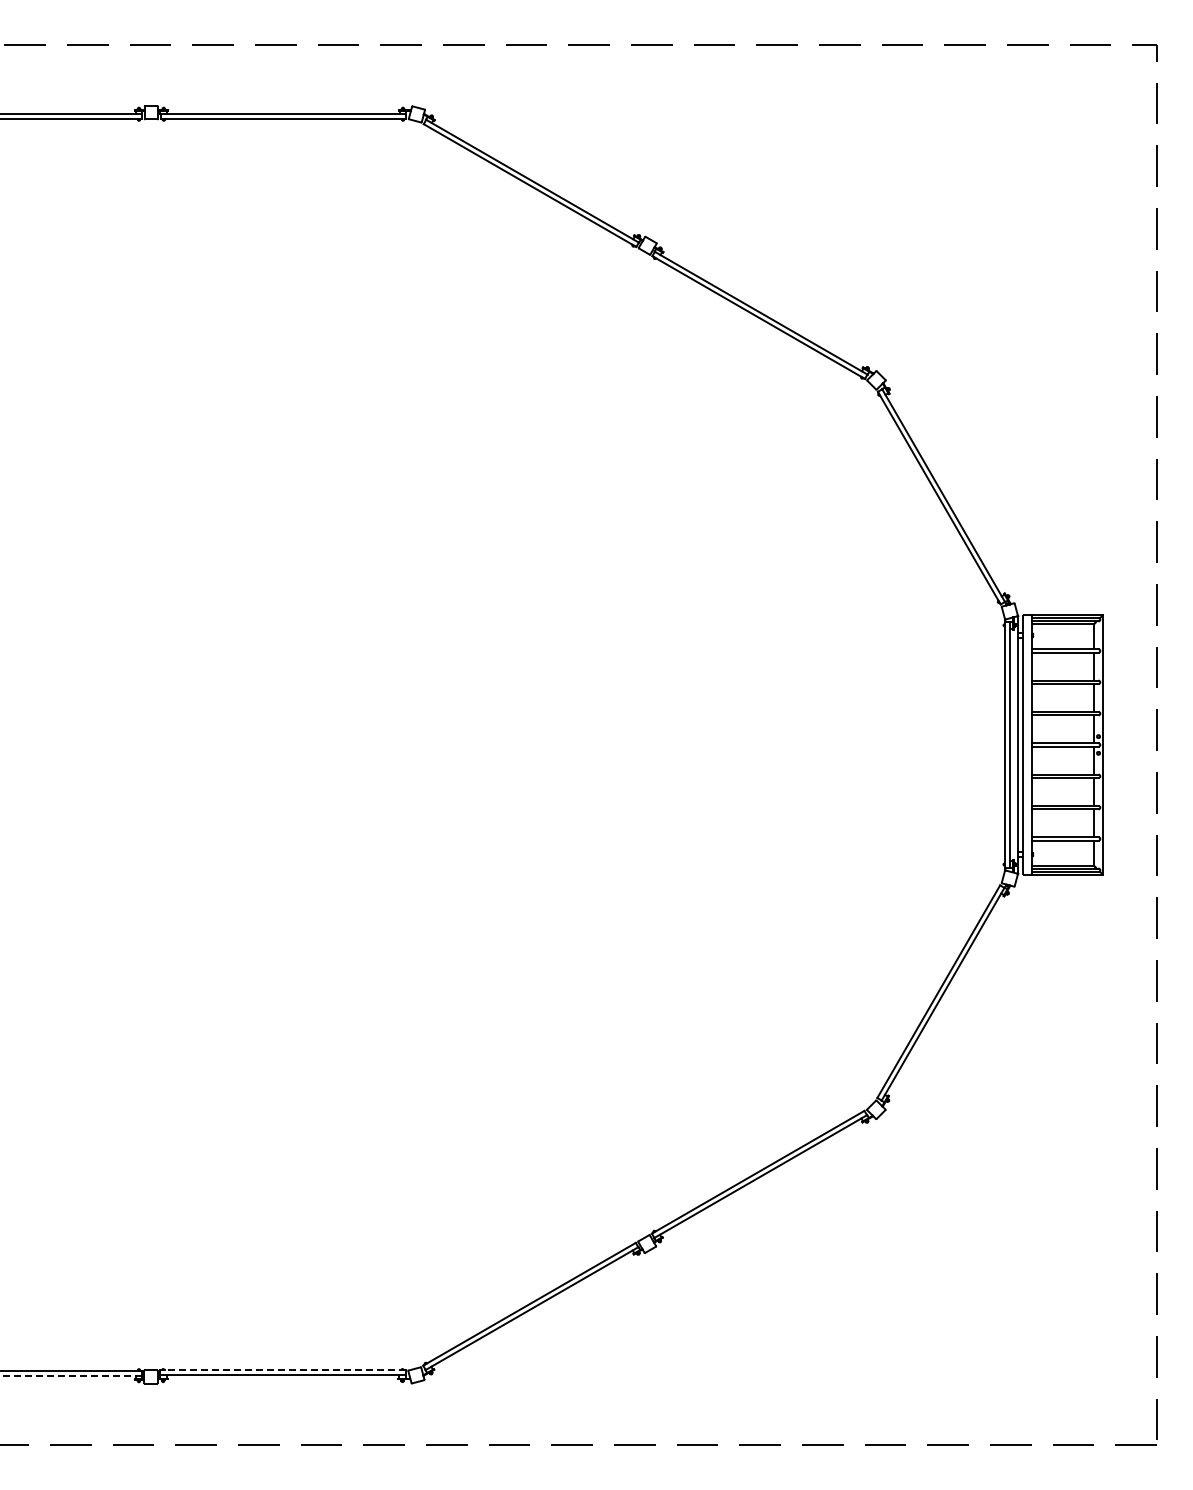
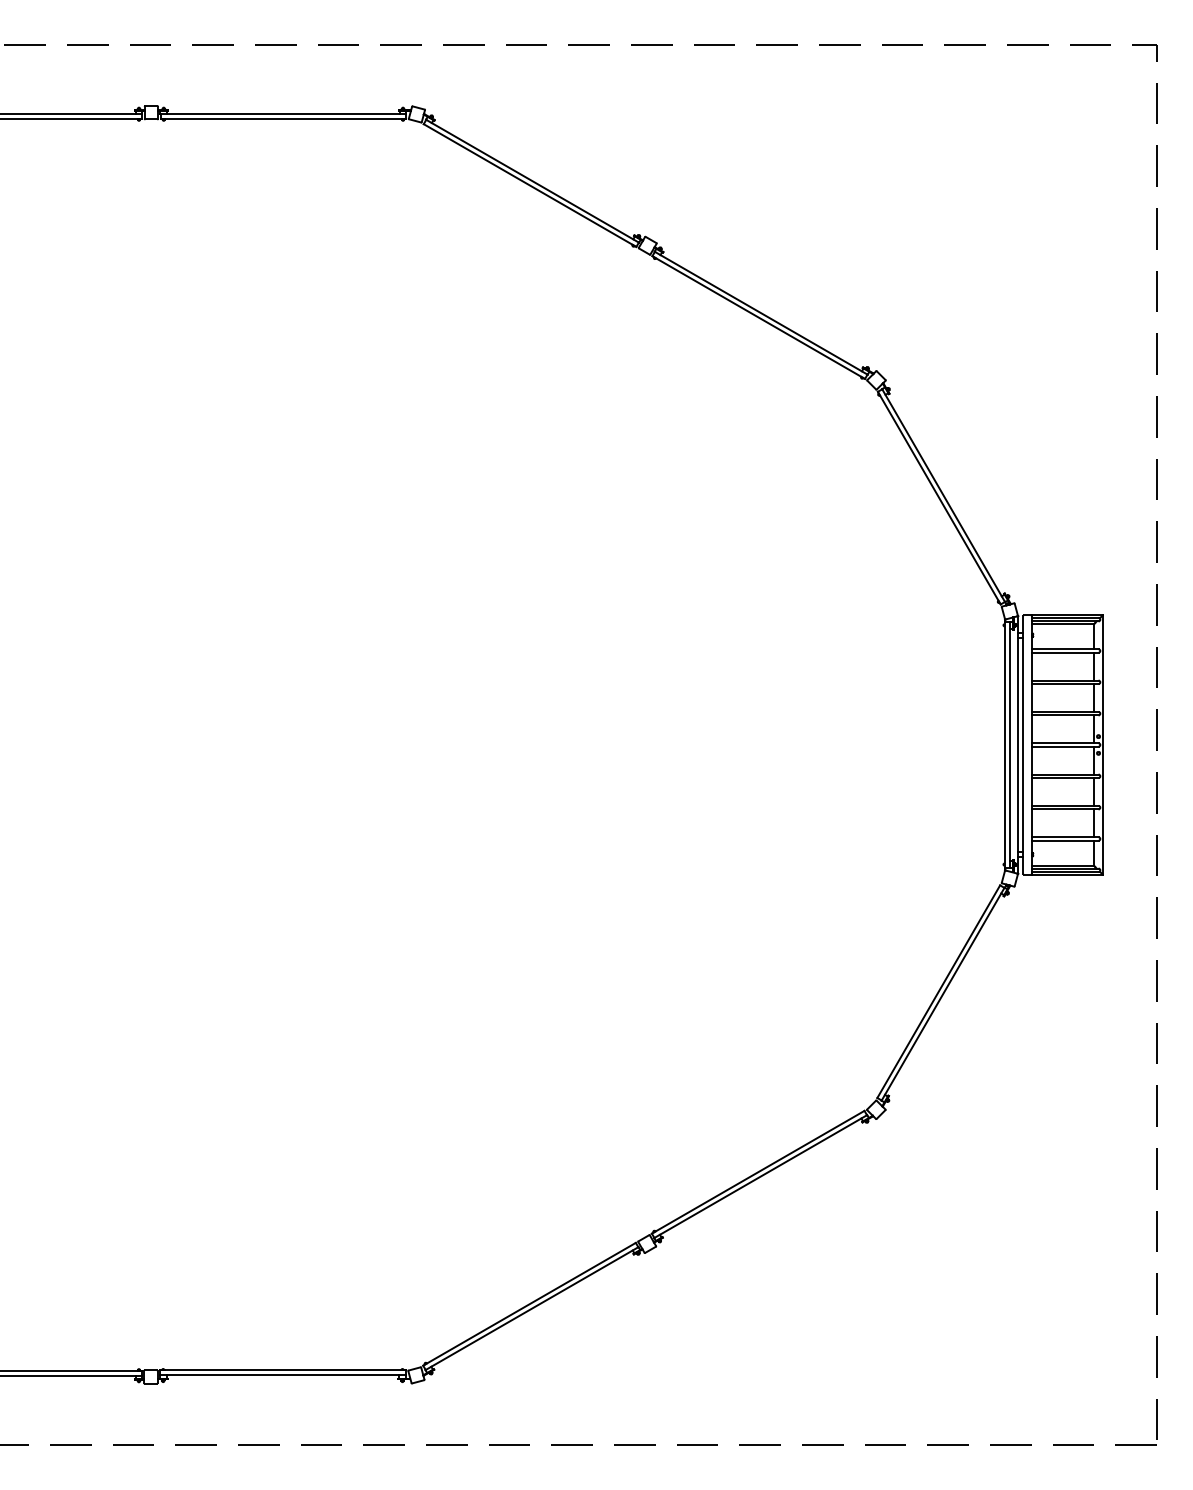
line at (282, 1370): dashed -> solid
line at (71, 1375): dashed -> solid
